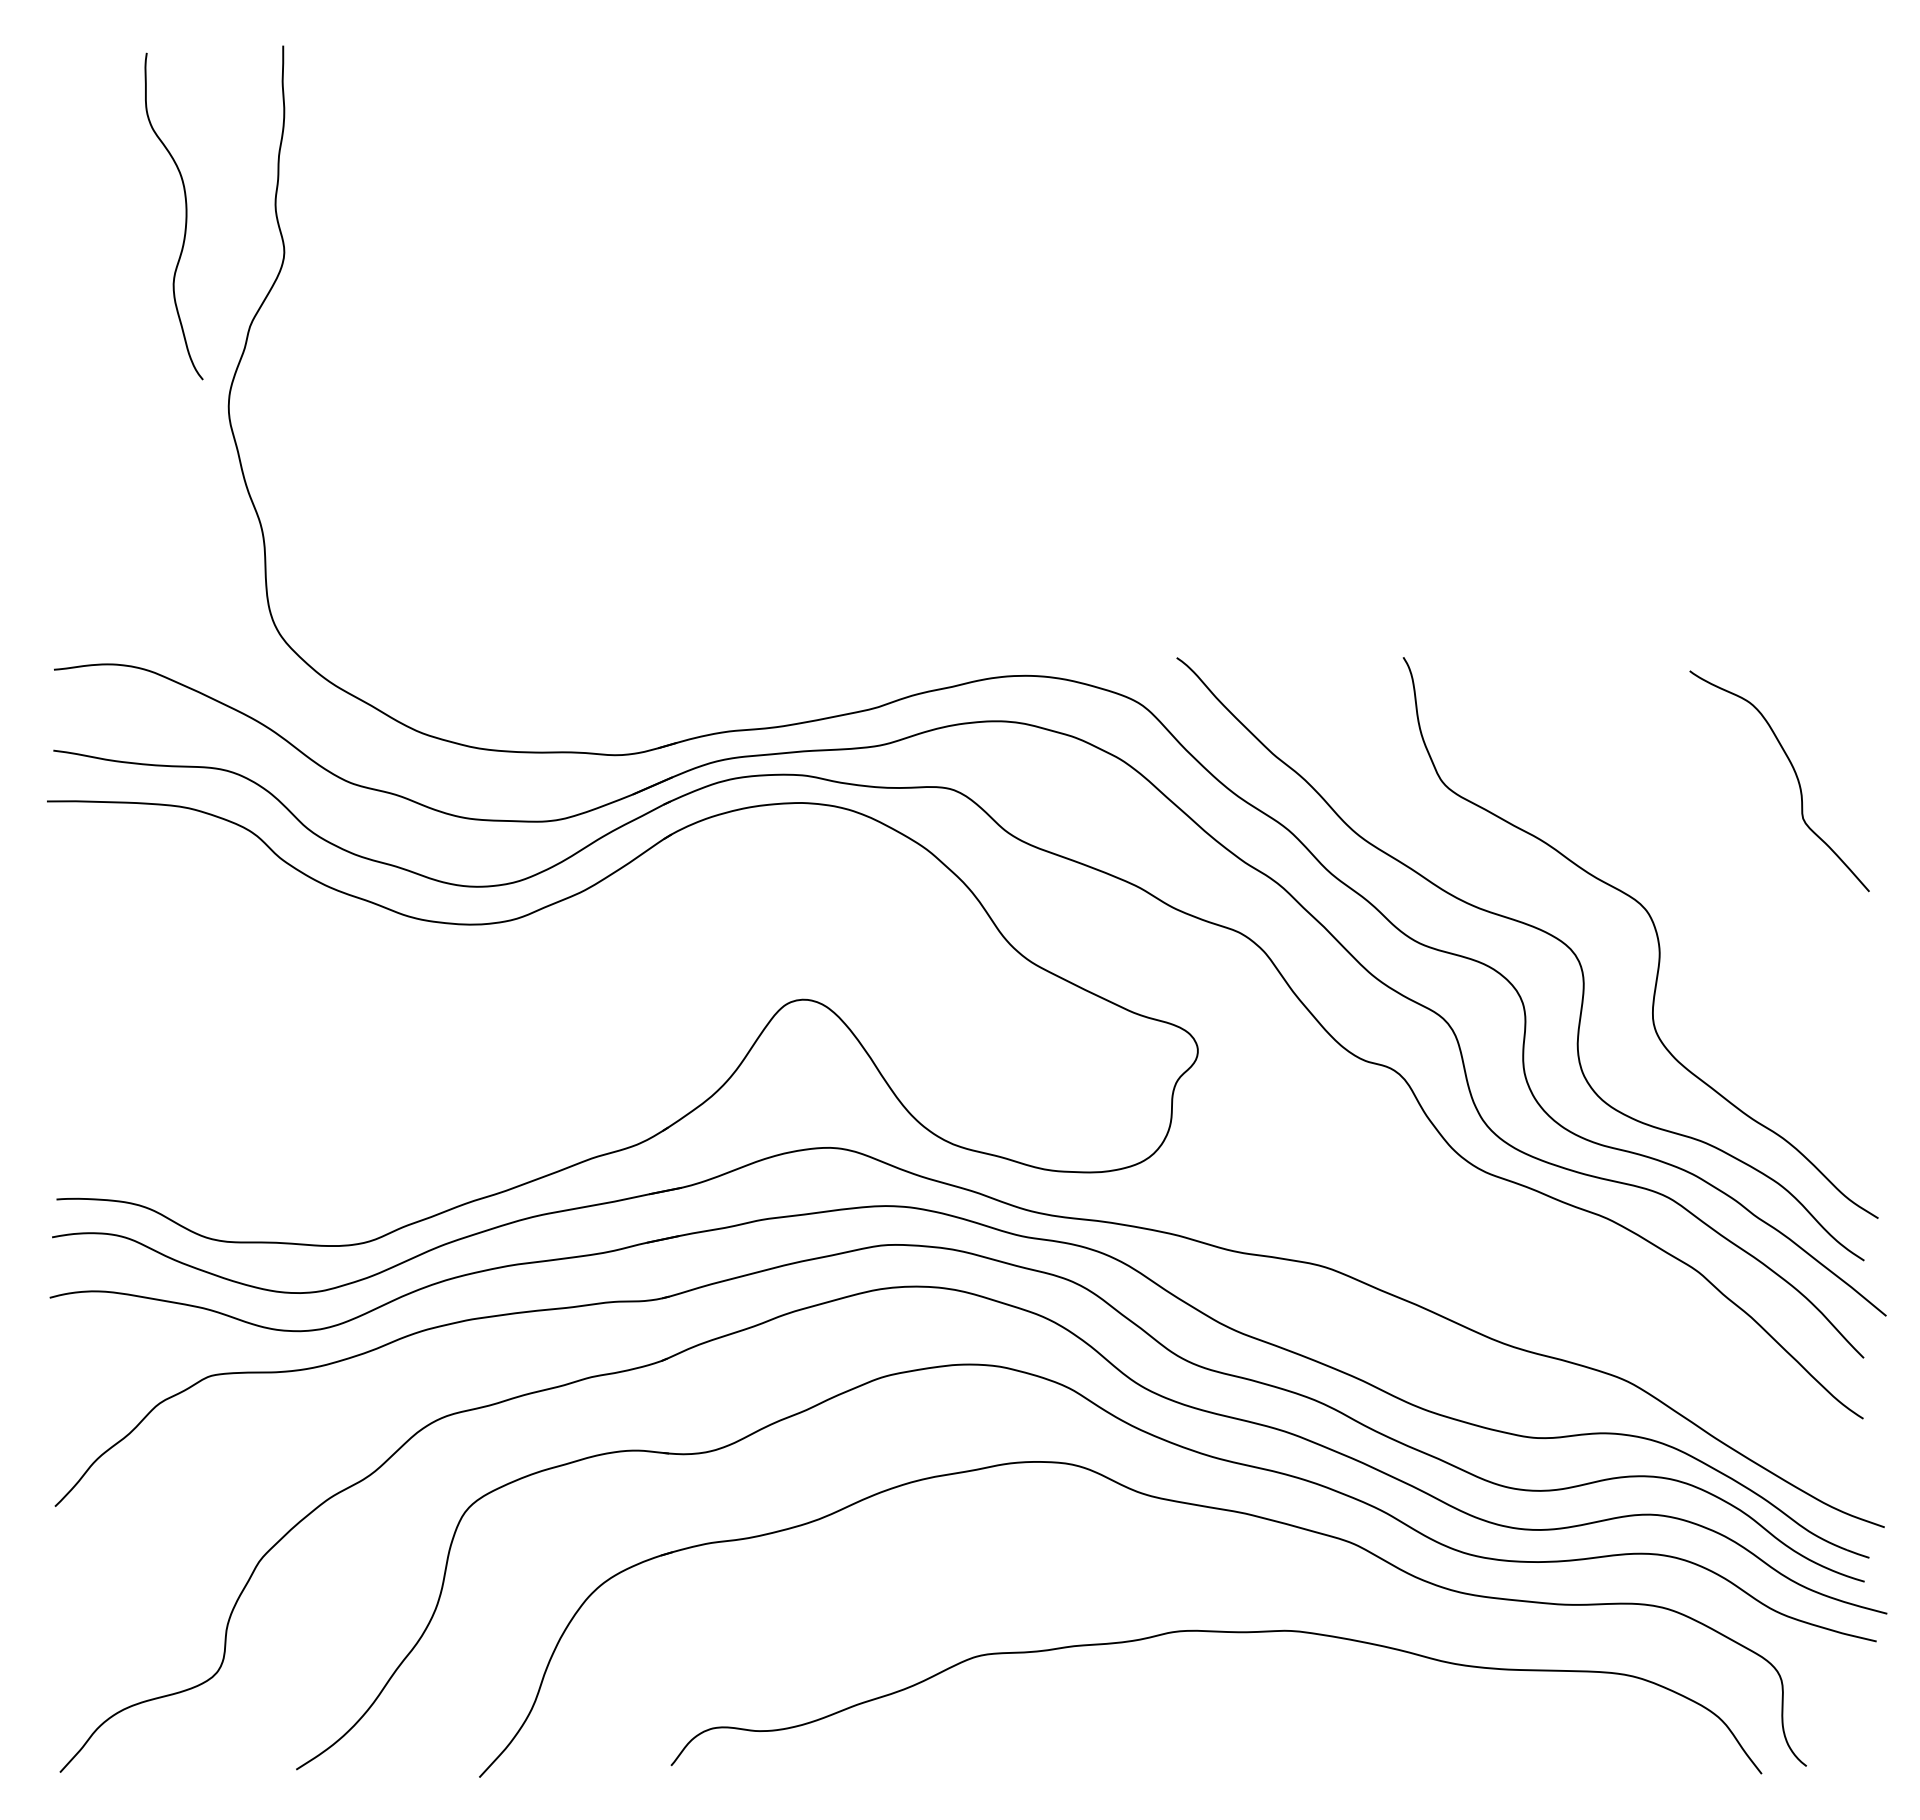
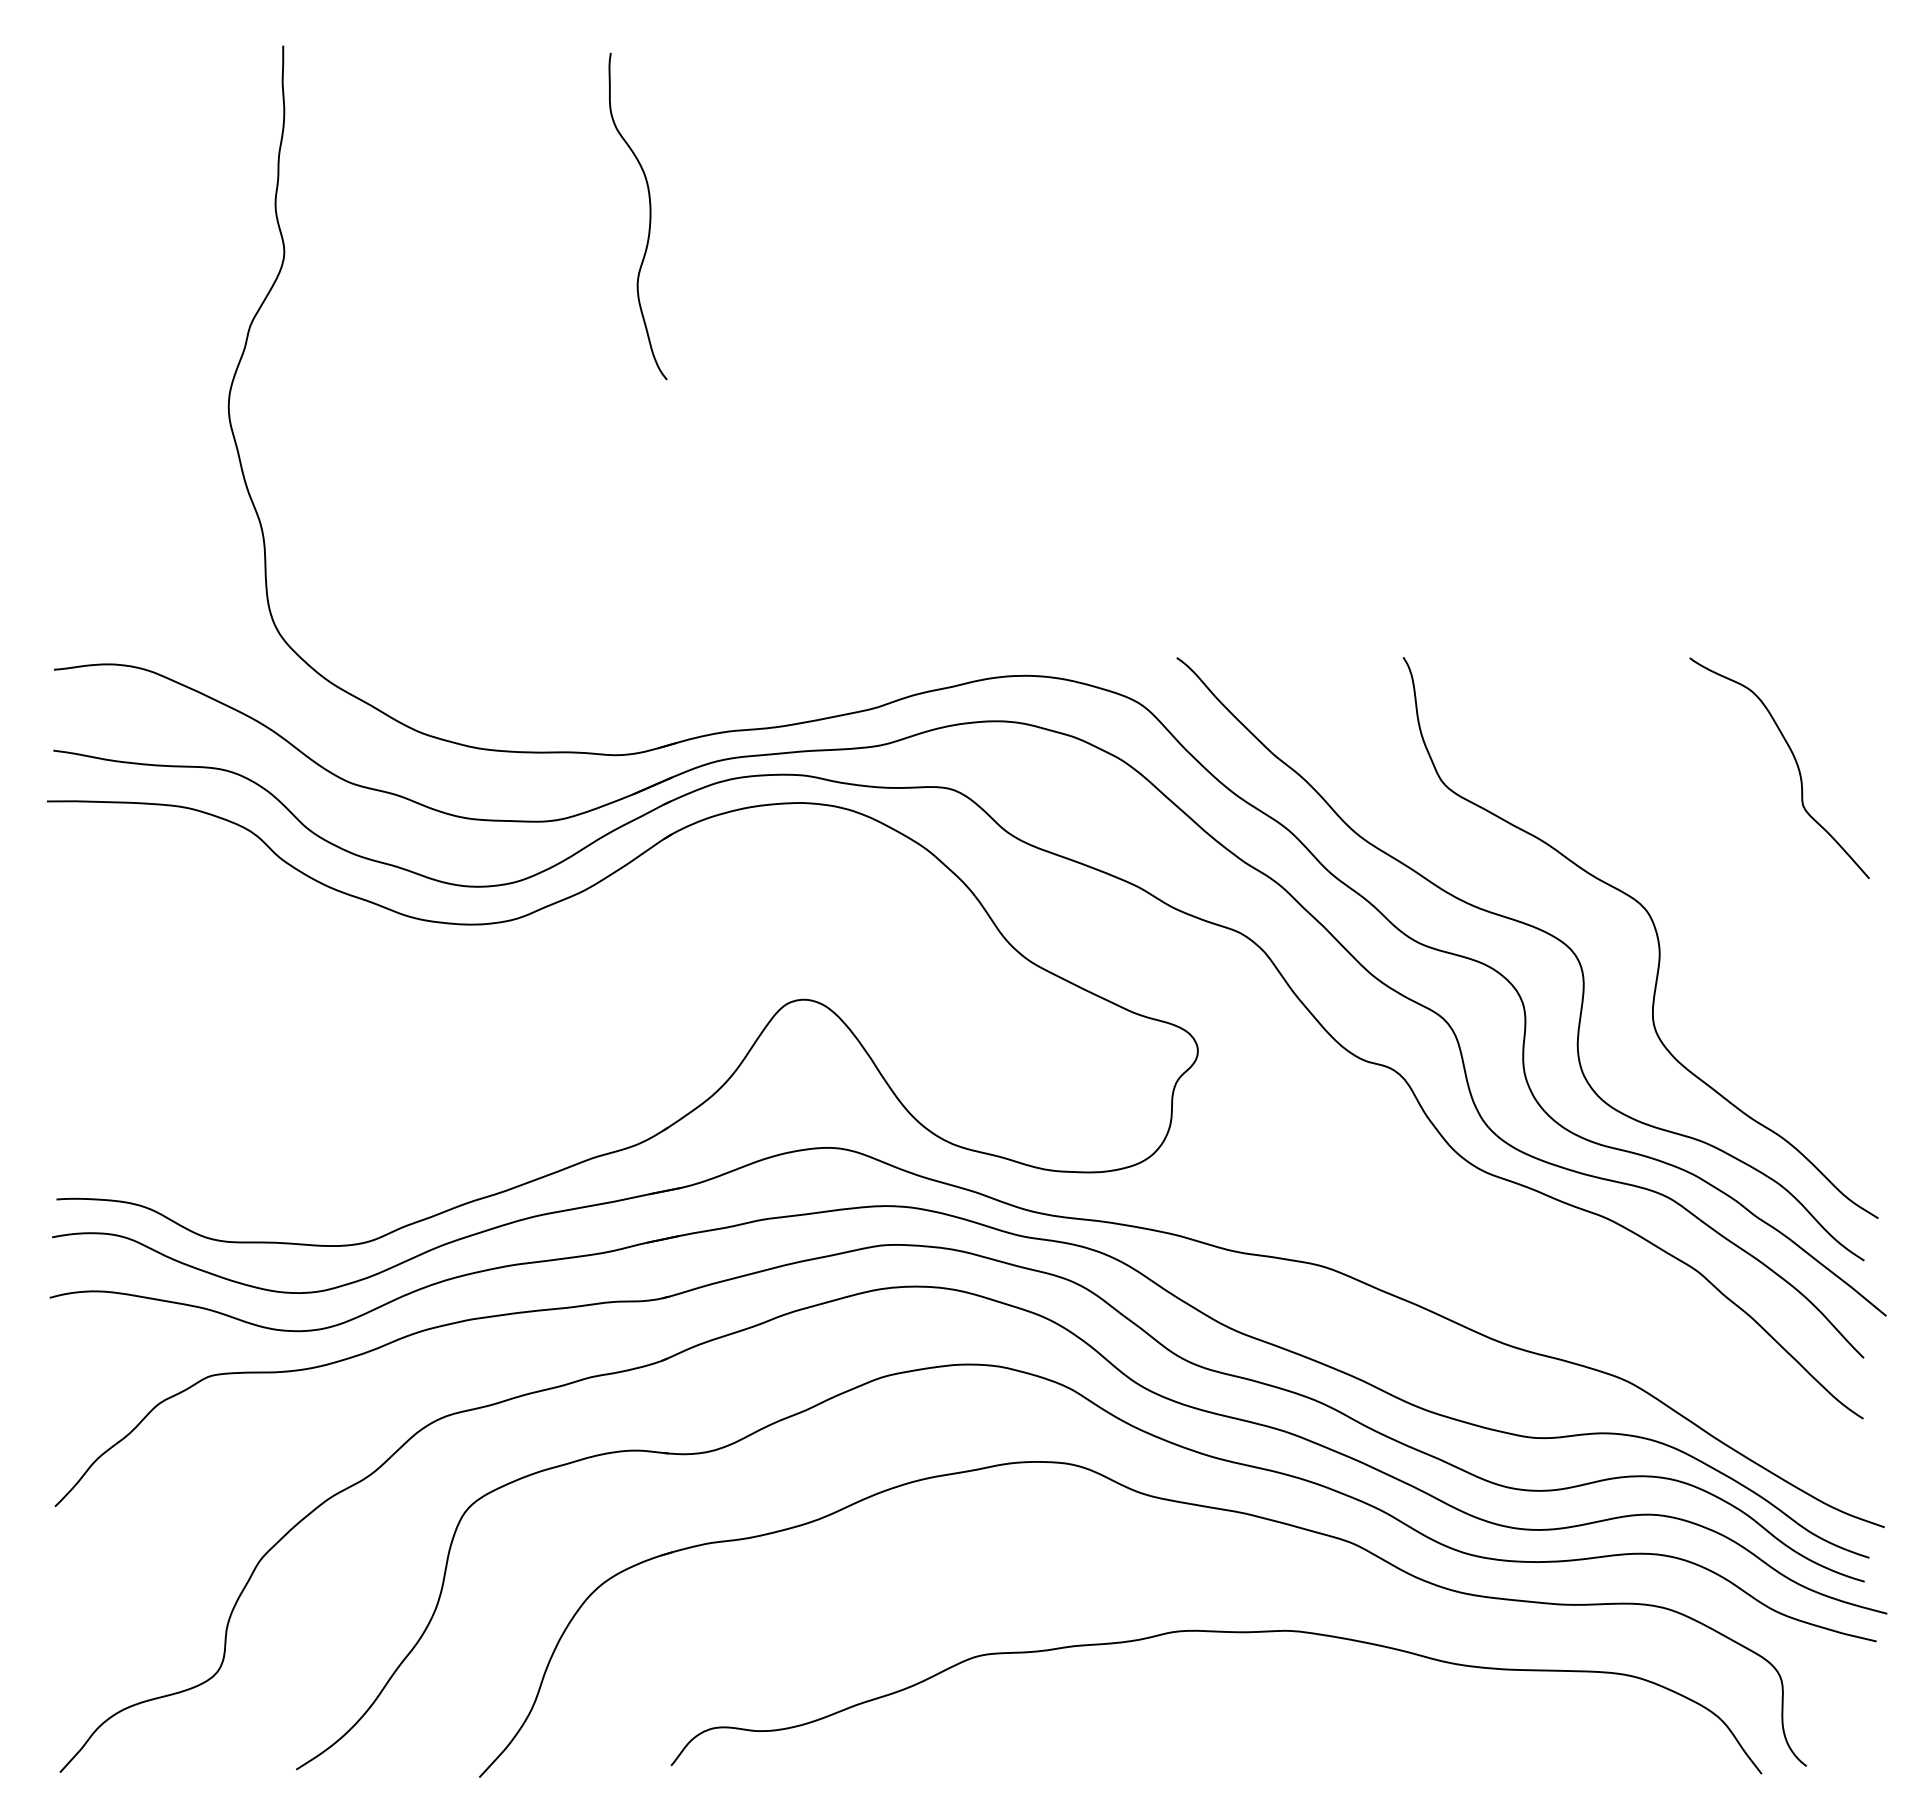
curve at (185, 216) position: (185, 216) -> (649, 216)
curve at (1794, 773) position: (1794, 773) -> (1794, 760)
